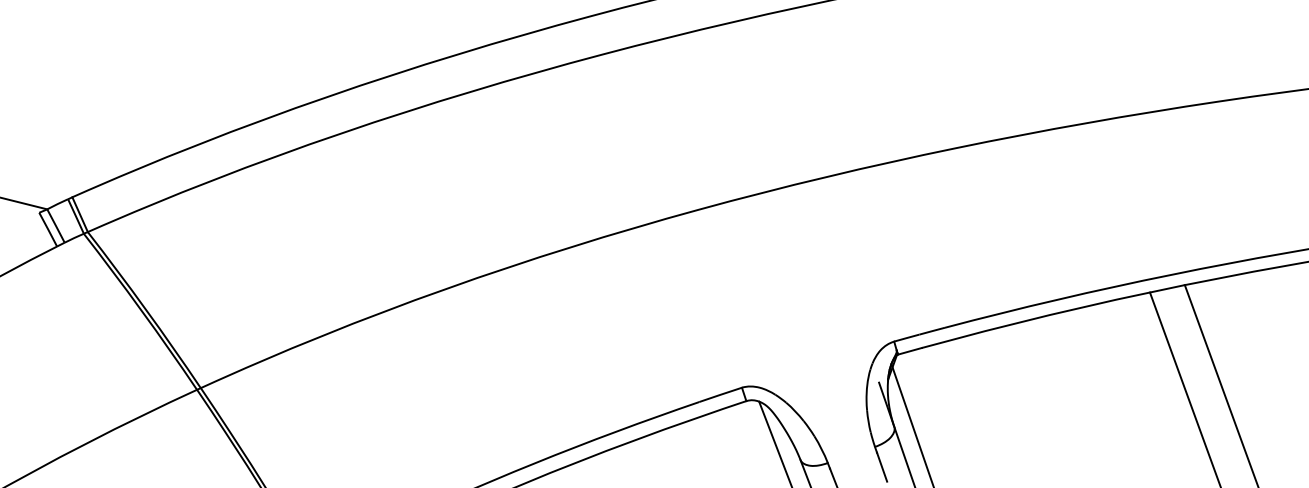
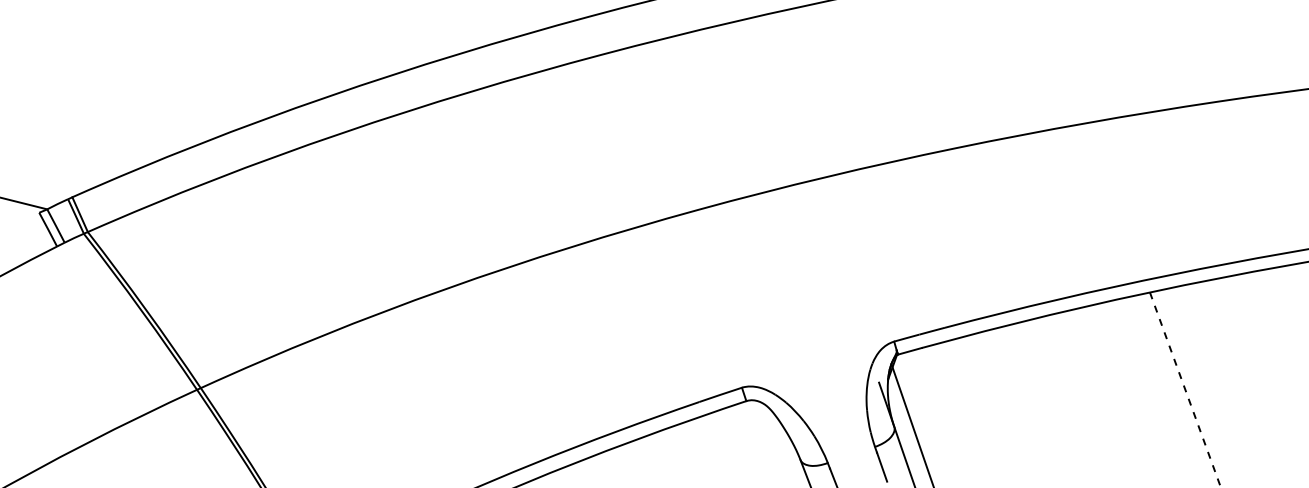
line at (1220, 384): present -> none
line at (1185, 389): solid -> dashed
line at (775, 442): present -> none
